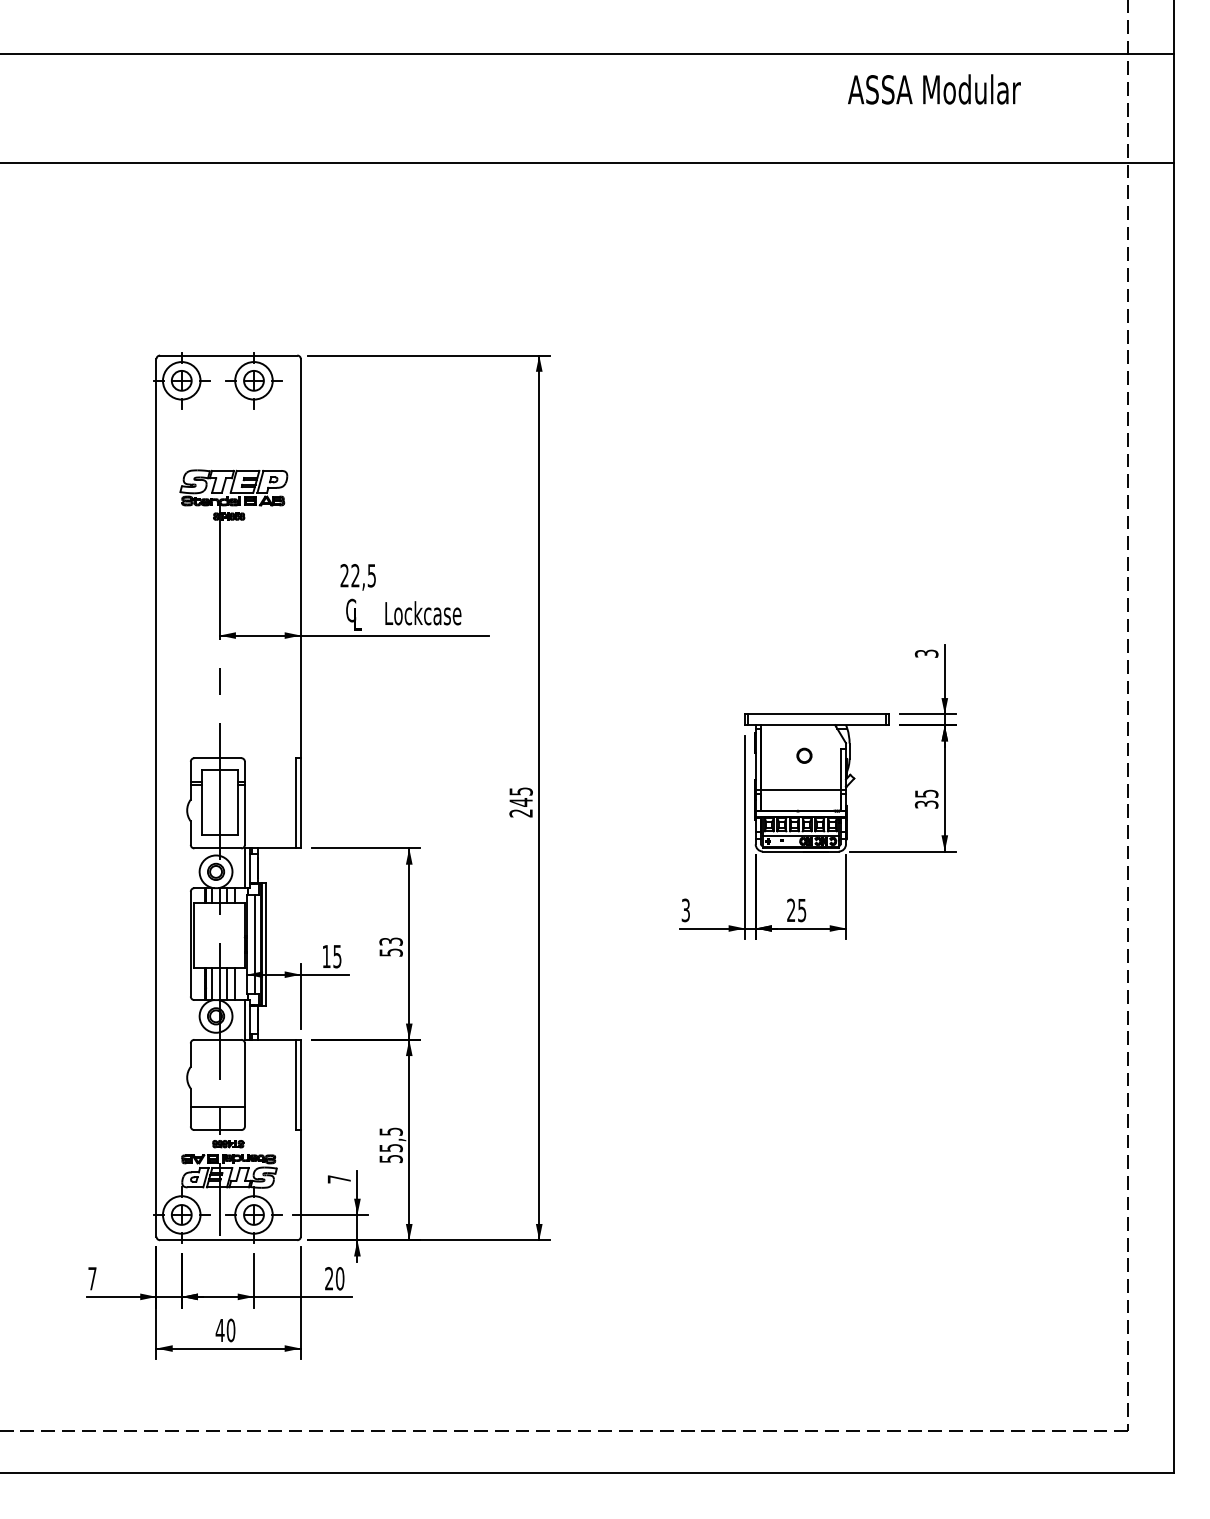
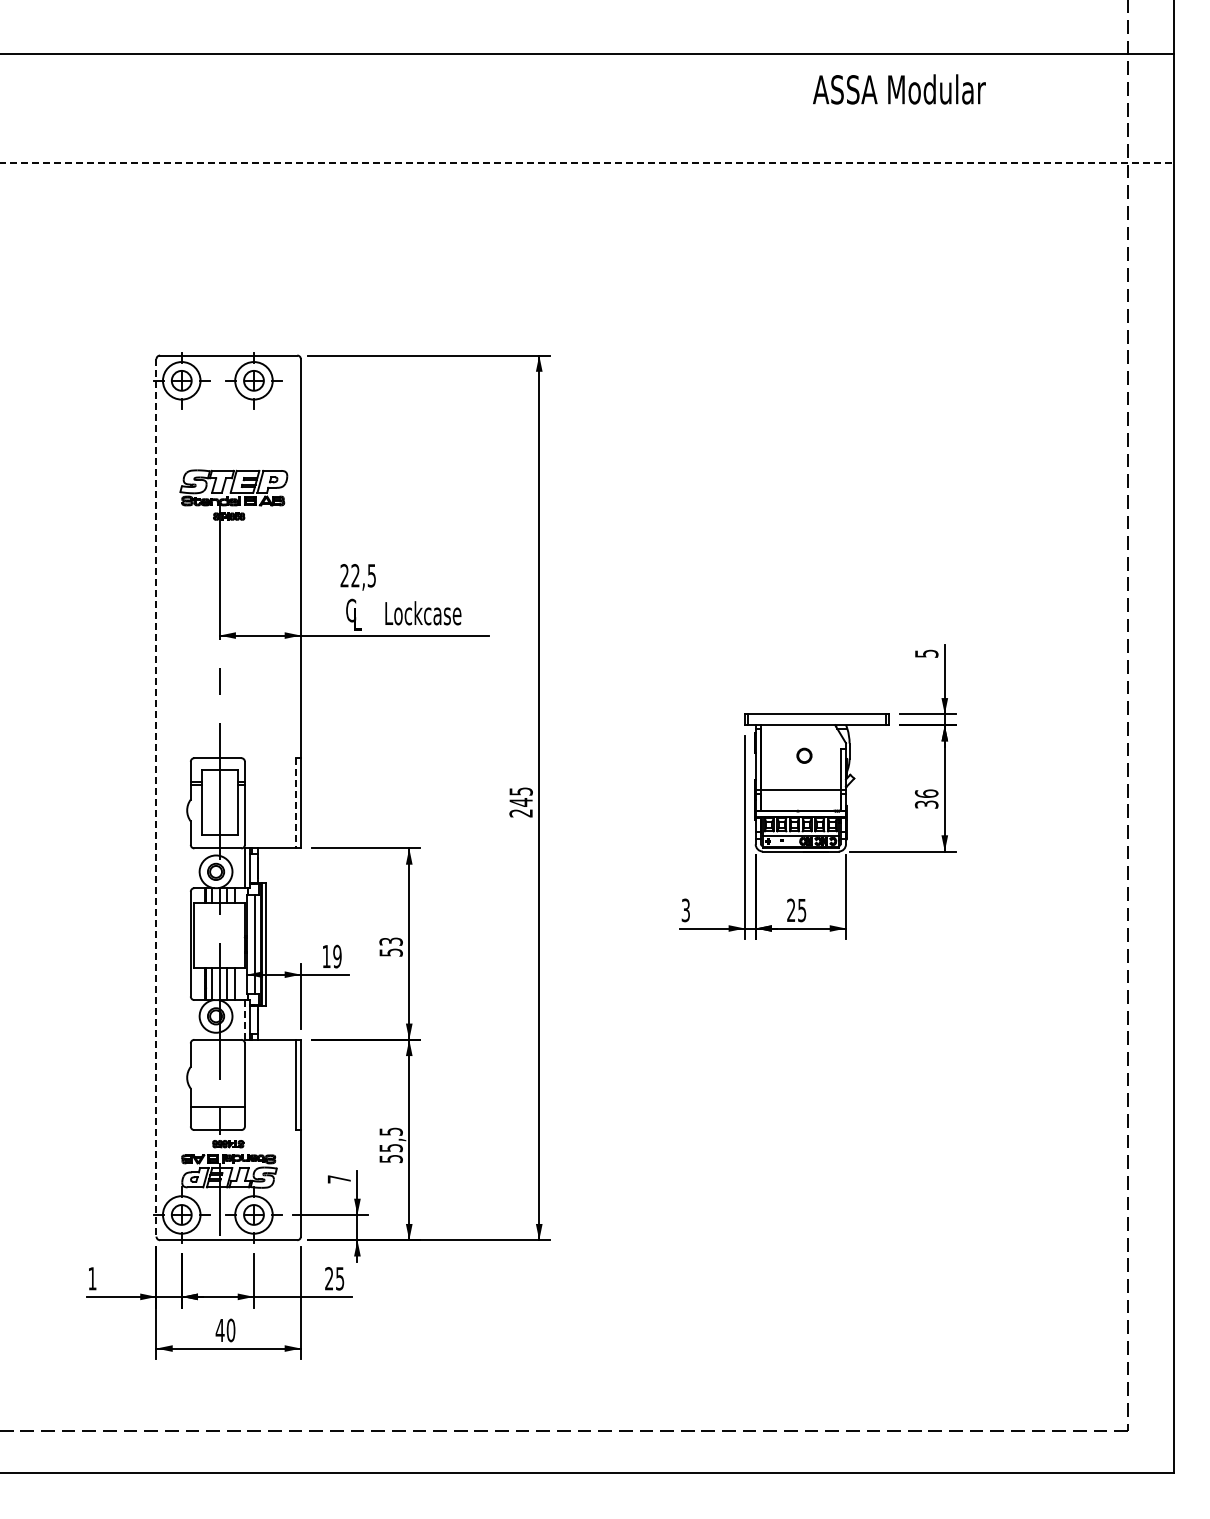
text at (934, 89) position: (934, 89) -> (899, 89)
line at (587, 162): solid -> dashed
text at (925, 653): 3 -> 5
text at (926, 793): 35 -> 36
line at (156, 797): solid -> dashed
line at (295, 803): solid -> dashed
text at (337, 955): 15 -> 19
line at (244, 1019): solid -> dashed
text at (92, 1278): 7 -> 1
text at (339, 1278): 20 -> 25
